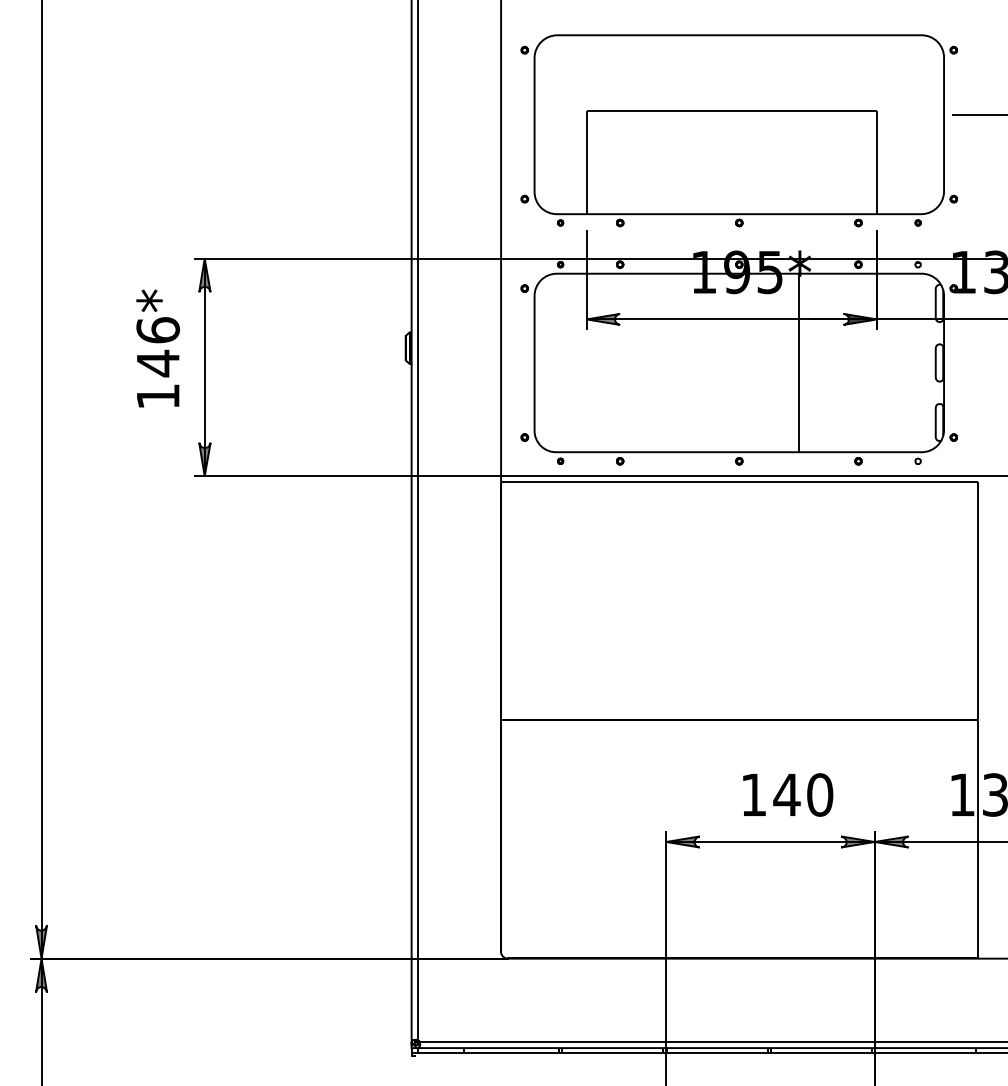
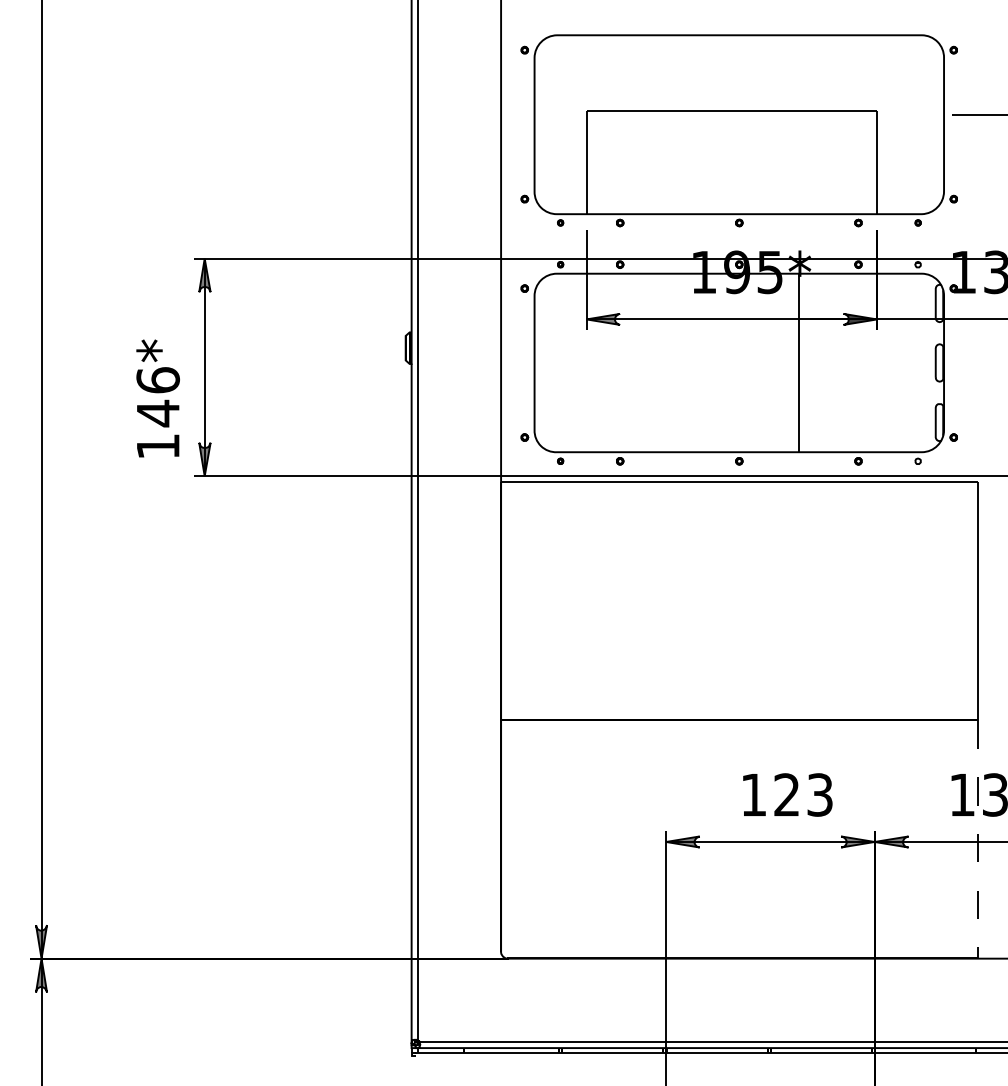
text at (157, 348) position: (157, 348) -> (157, 398)
text at (803, 794): 140 -> 123
line at (977, 839): solid -> dashed
